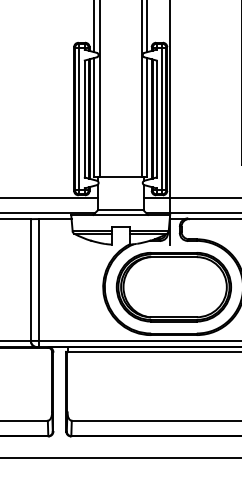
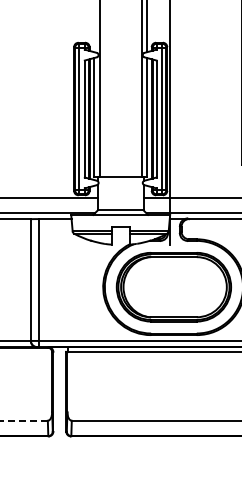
line at (94, 27): present -> none
line at (23, 420): solid -> dashed
line at (120, 457): present -> none
